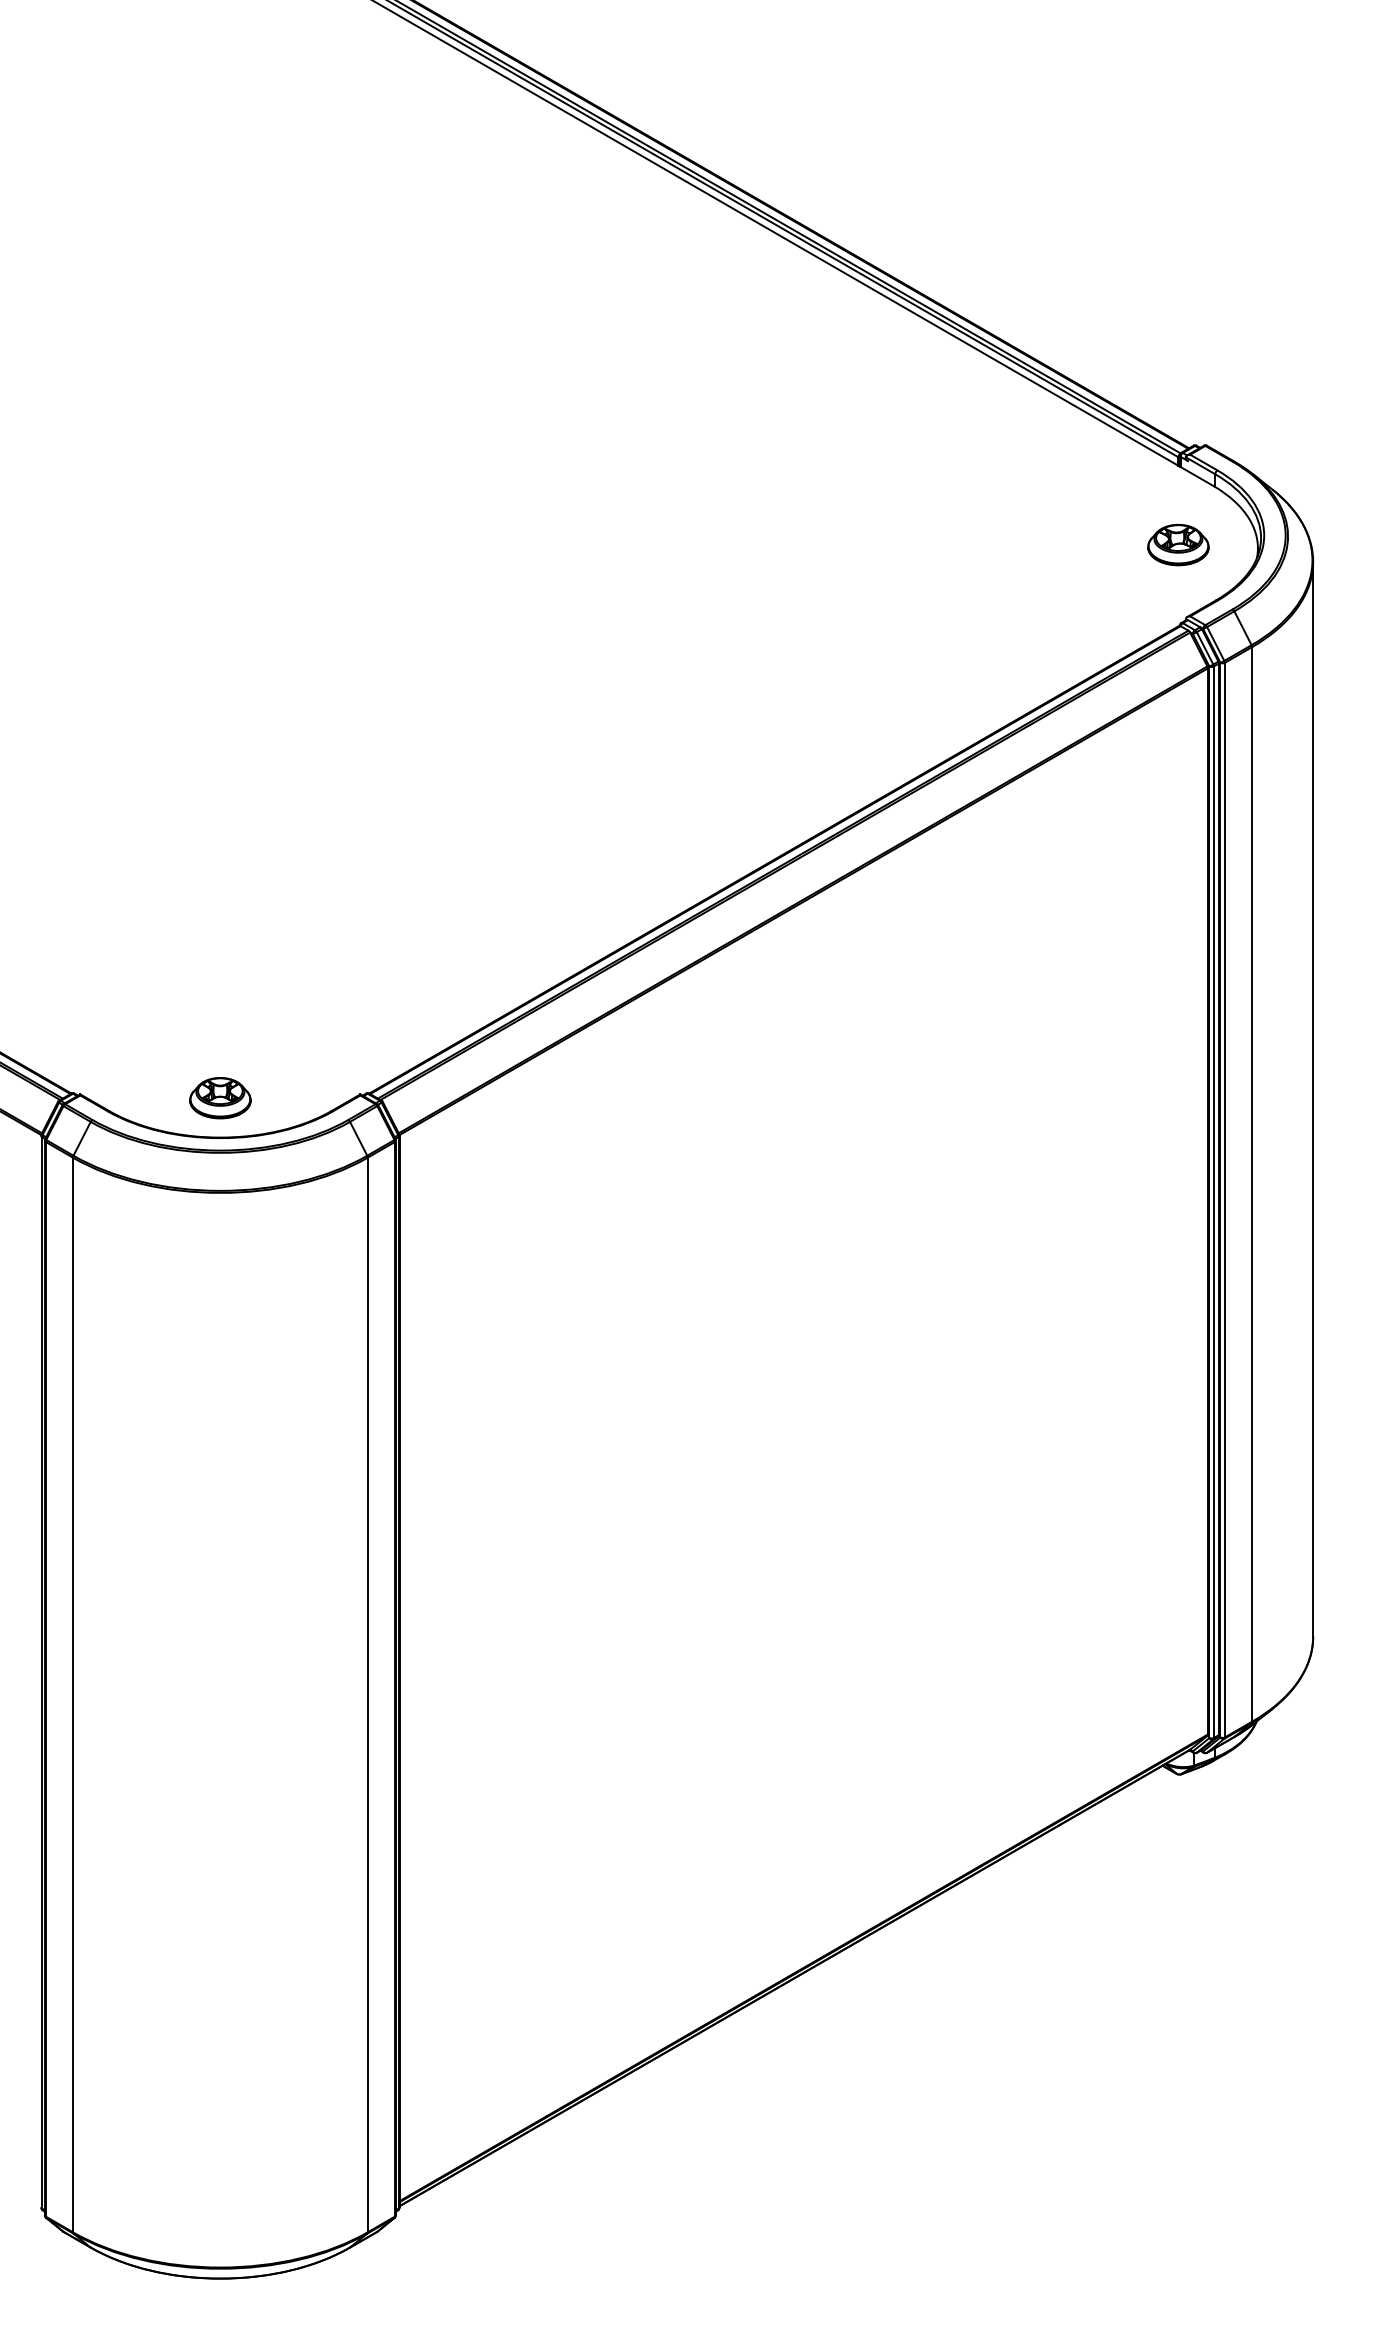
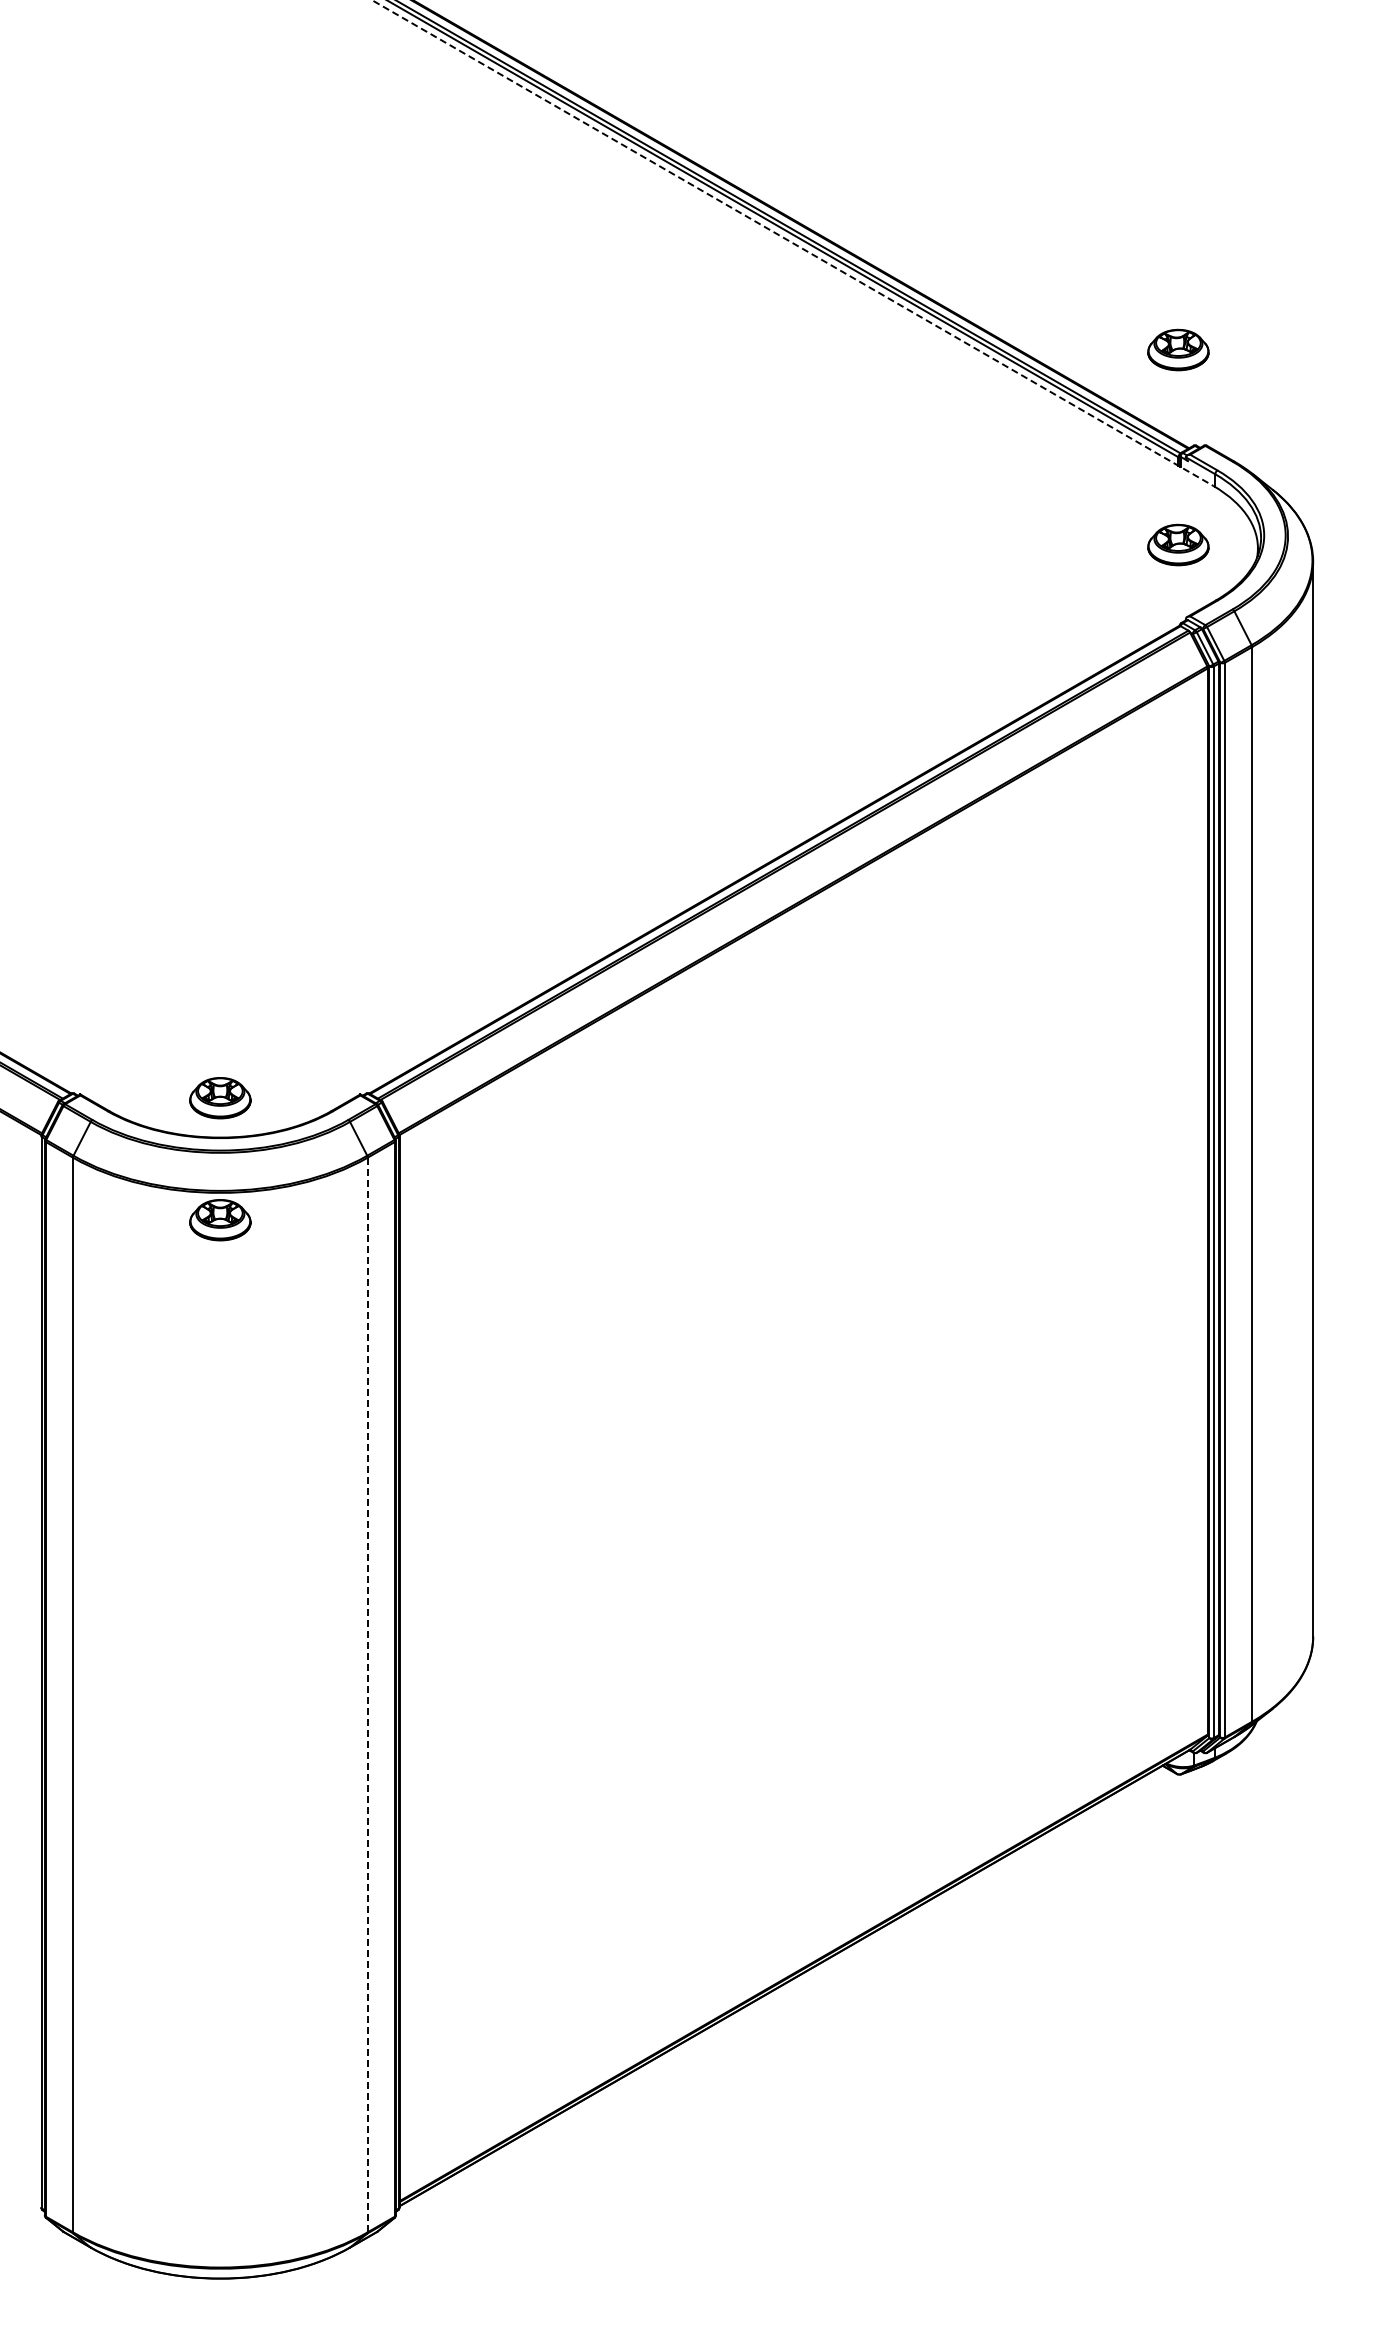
line at (793, 243): solid -> dashed
part at (1178, 349): none -> present
part at (220, 1220): none -> present
line at (367, 1694): solid -> dashed
